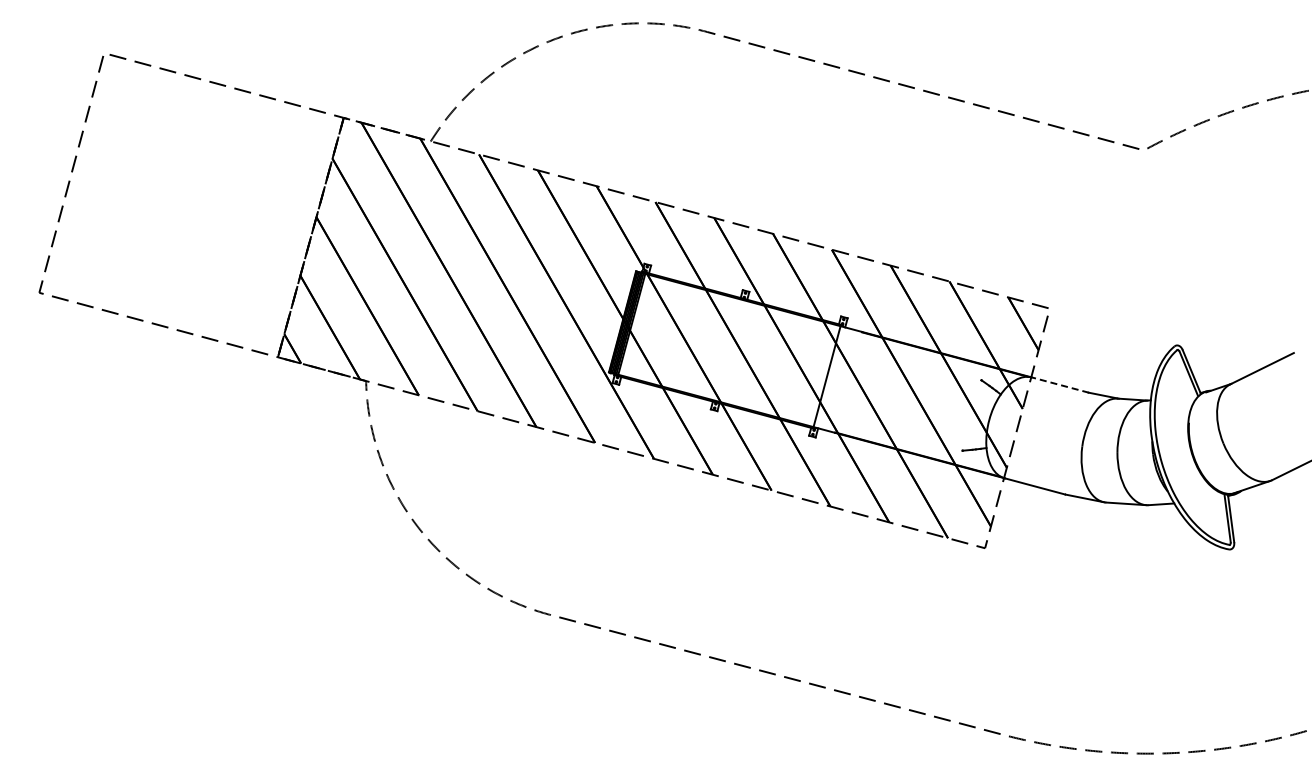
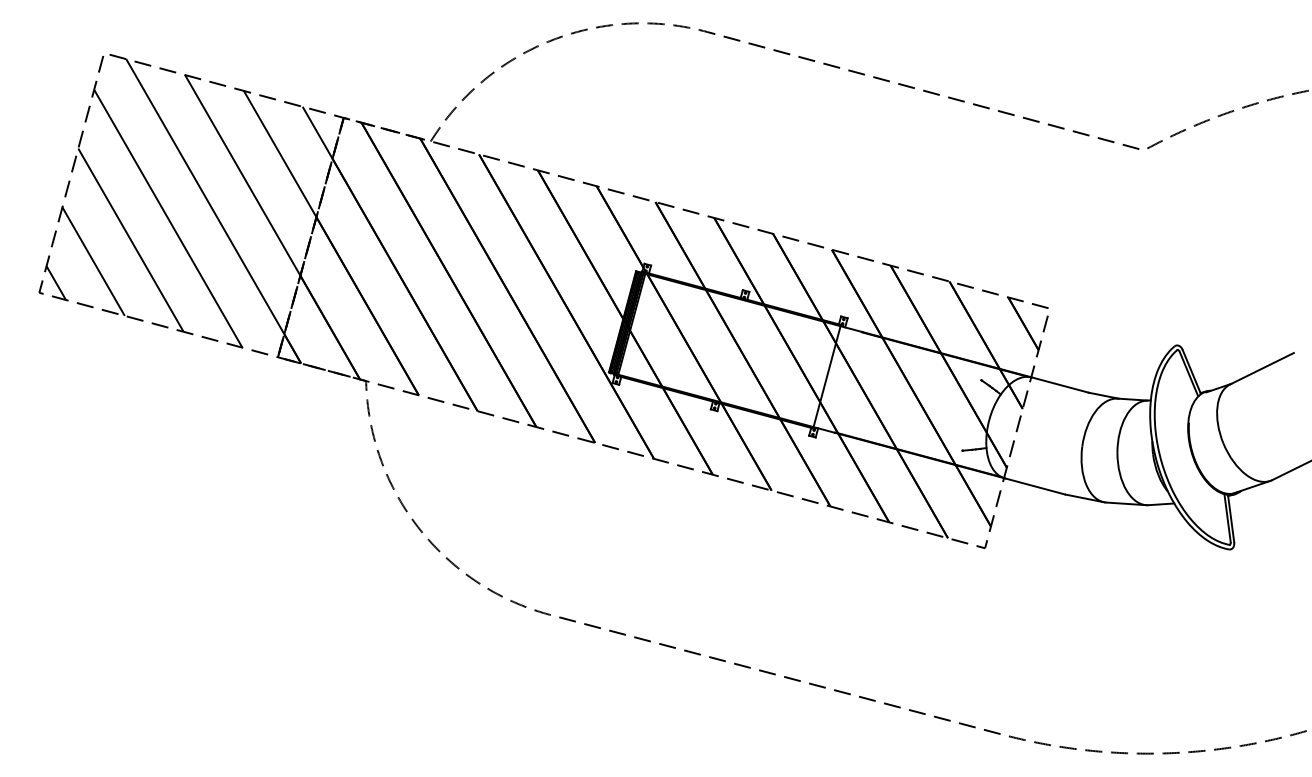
hatch at (189, 203): none -> present
line at (1060, 385): dashed -> solid
